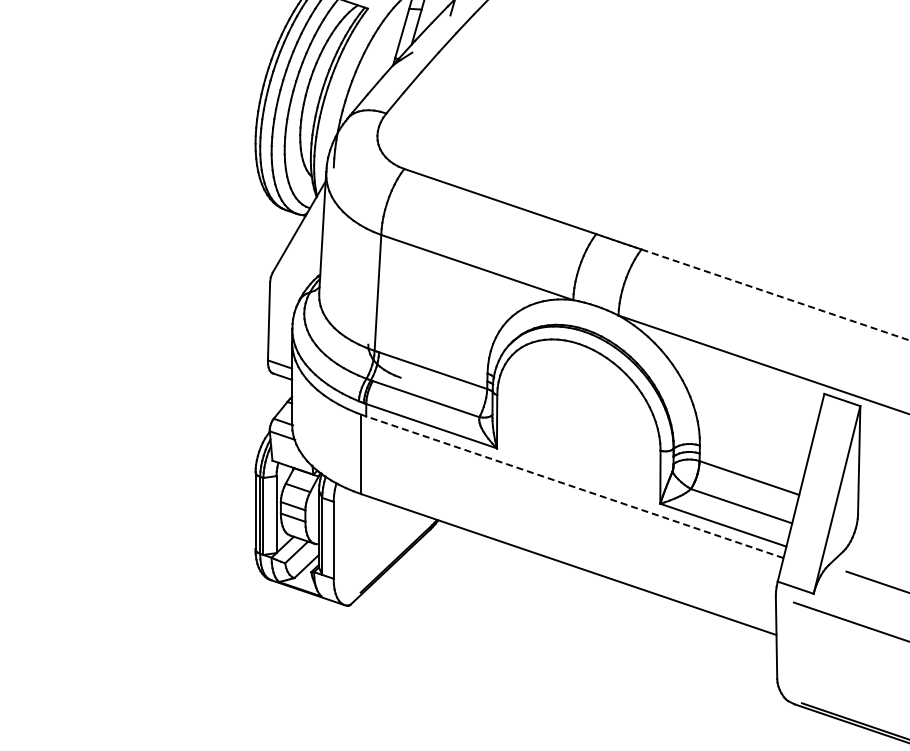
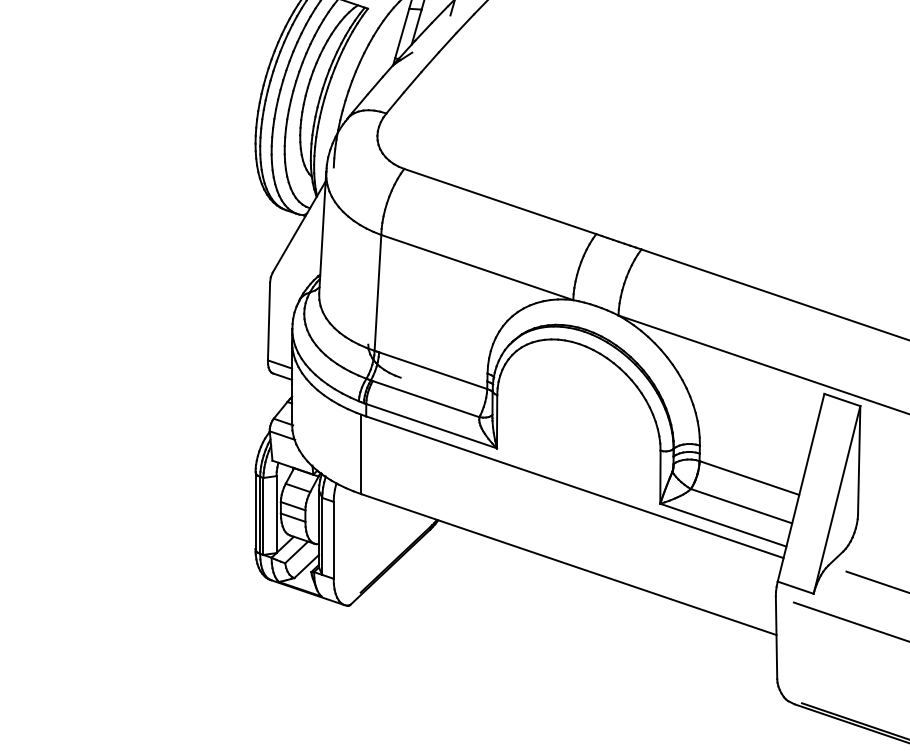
line at (775, 295): dashed -> solid
line at (574, 487): dashed -> solid
